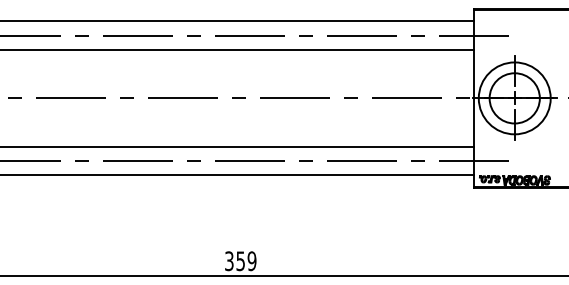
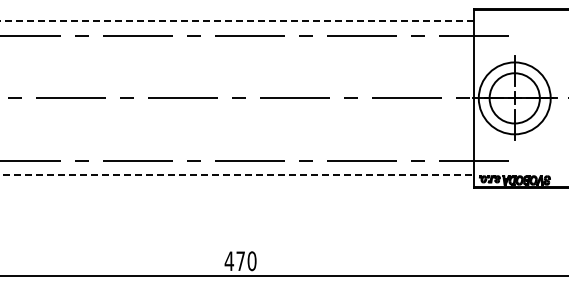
line at (237, 21): solid -> dashed
line at (238, 50): present -> none
line at (238, 146): present -> none
line at (237, 175): solid -> dashed
text at (240, 261): 359 -> 470
